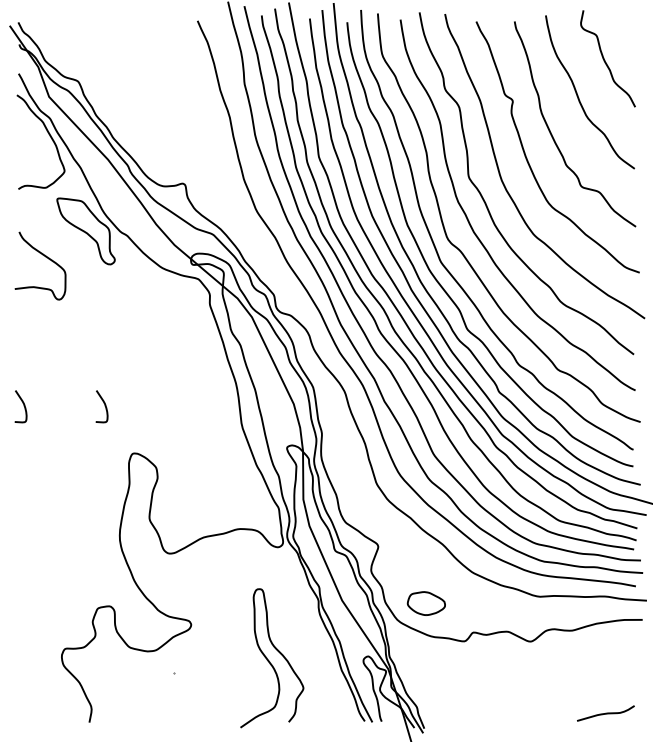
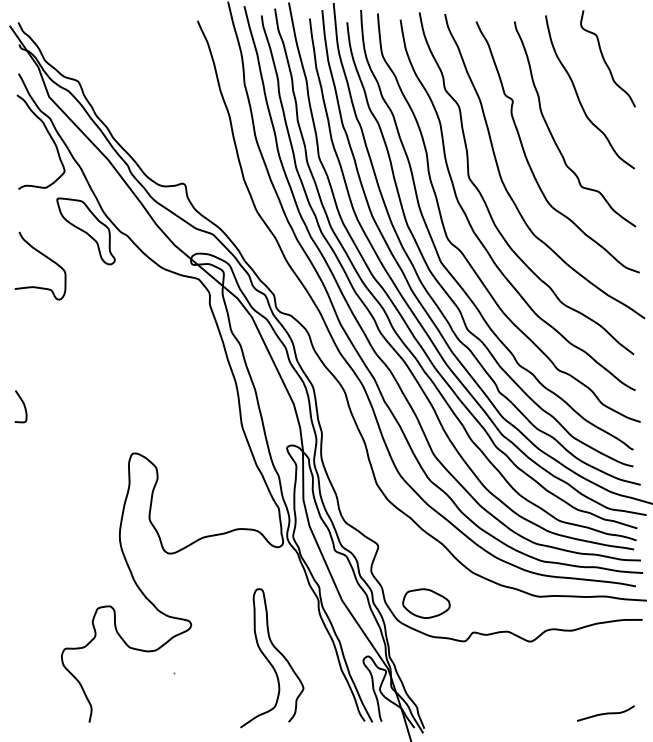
curve at (104, 406): present -> none
part at (425, 603) size: 40x25 px -> 49x31 px
